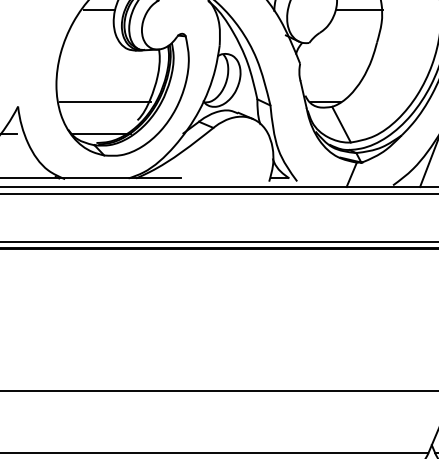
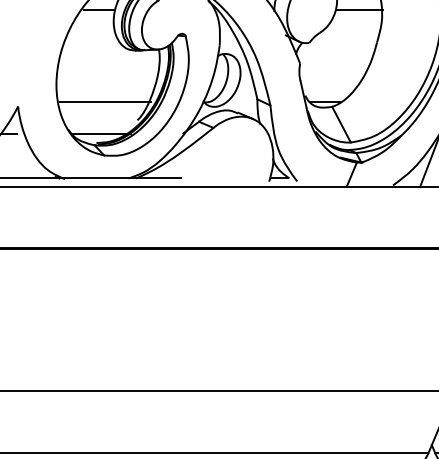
line at (218, 193): present -> none
line at (218, 242): present -> none
